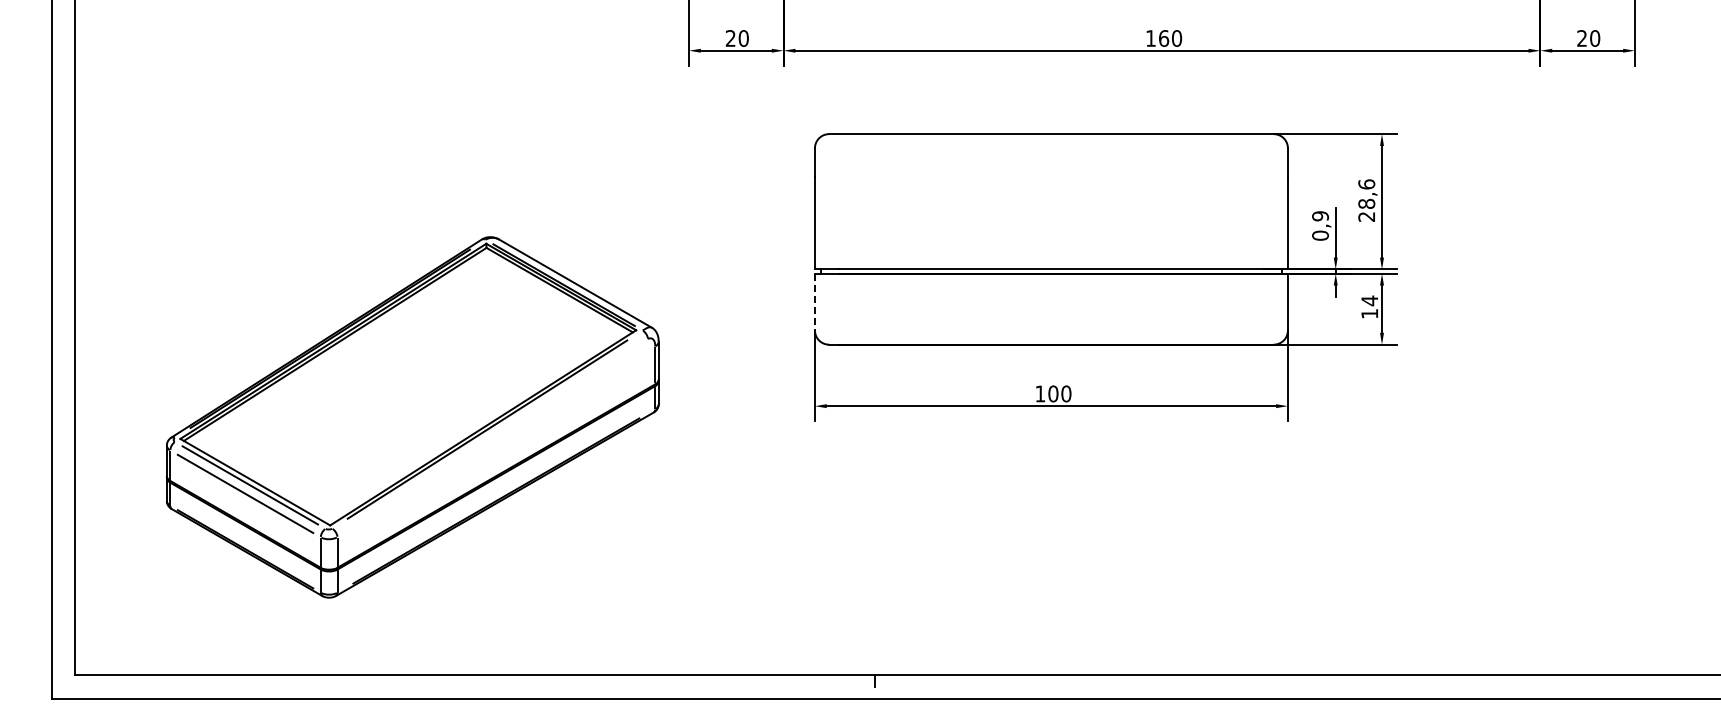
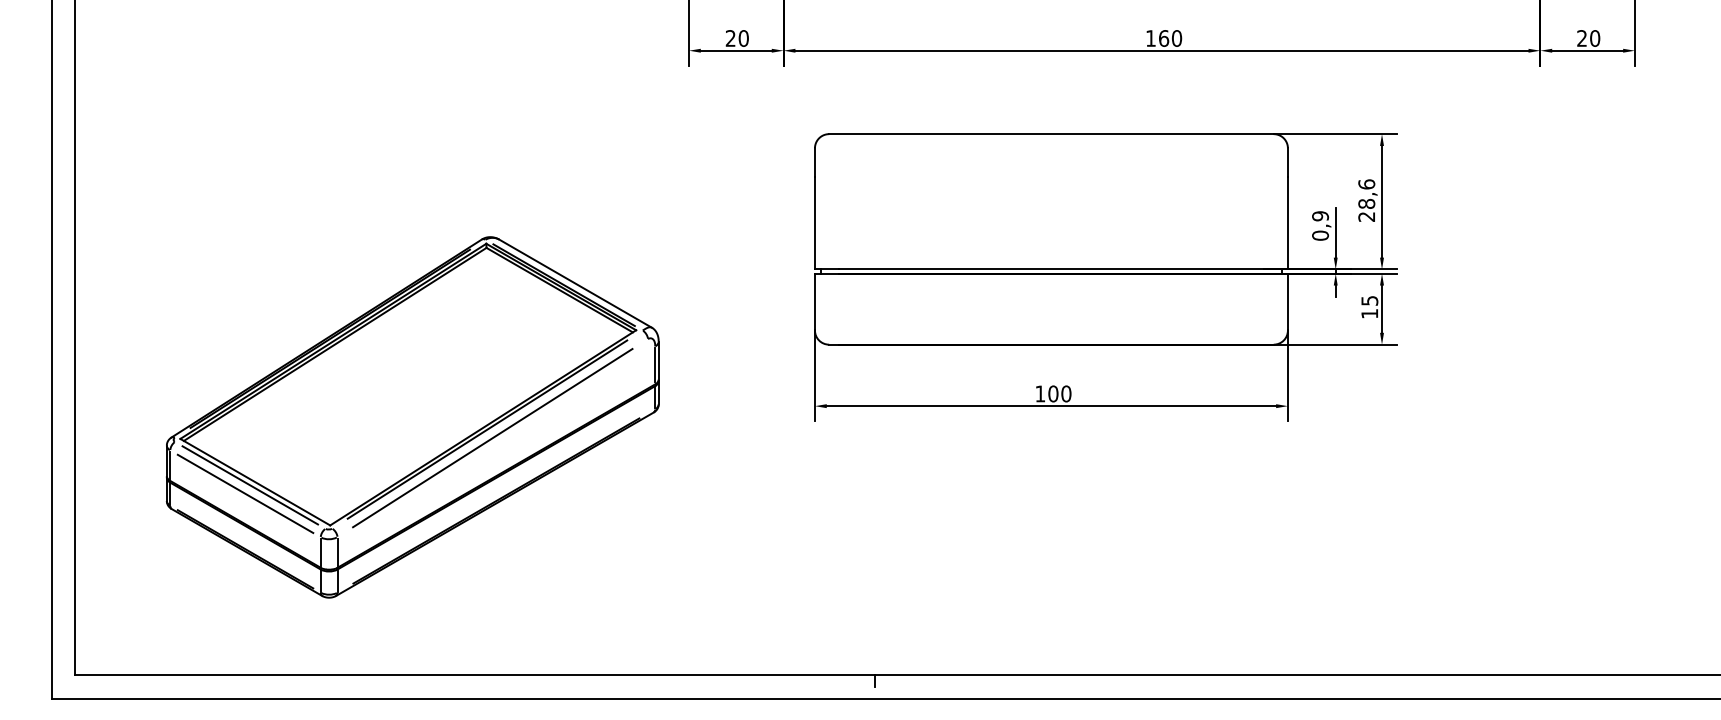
text at (1369, 300): 14 -> 15
line at (814, 302): dashed -> solid
line at (492, 438): none -> present
